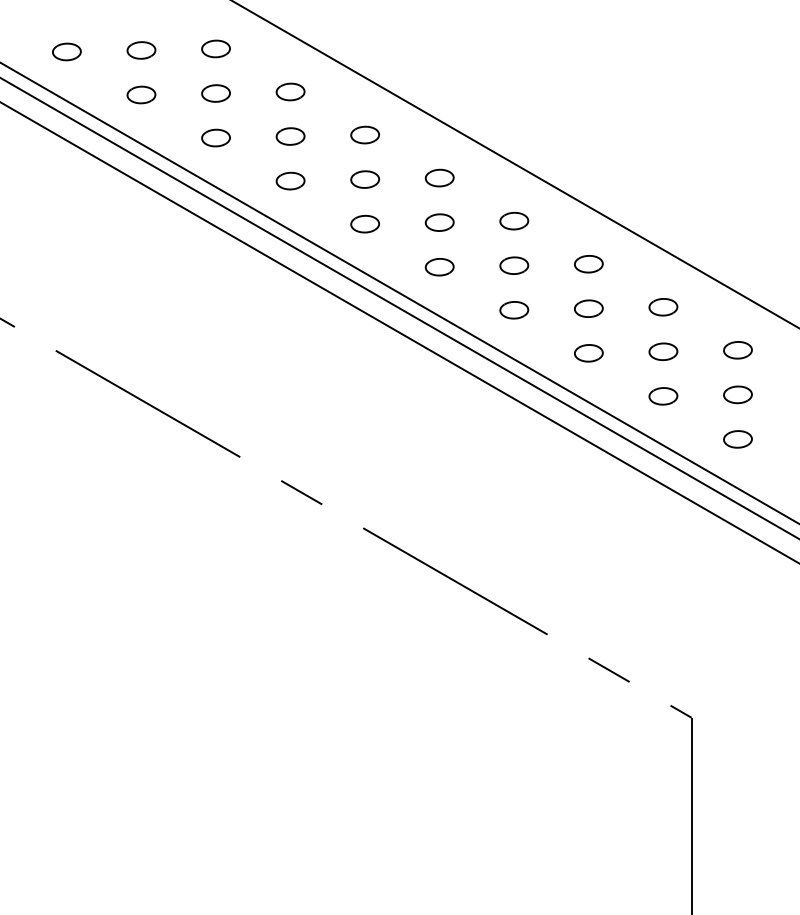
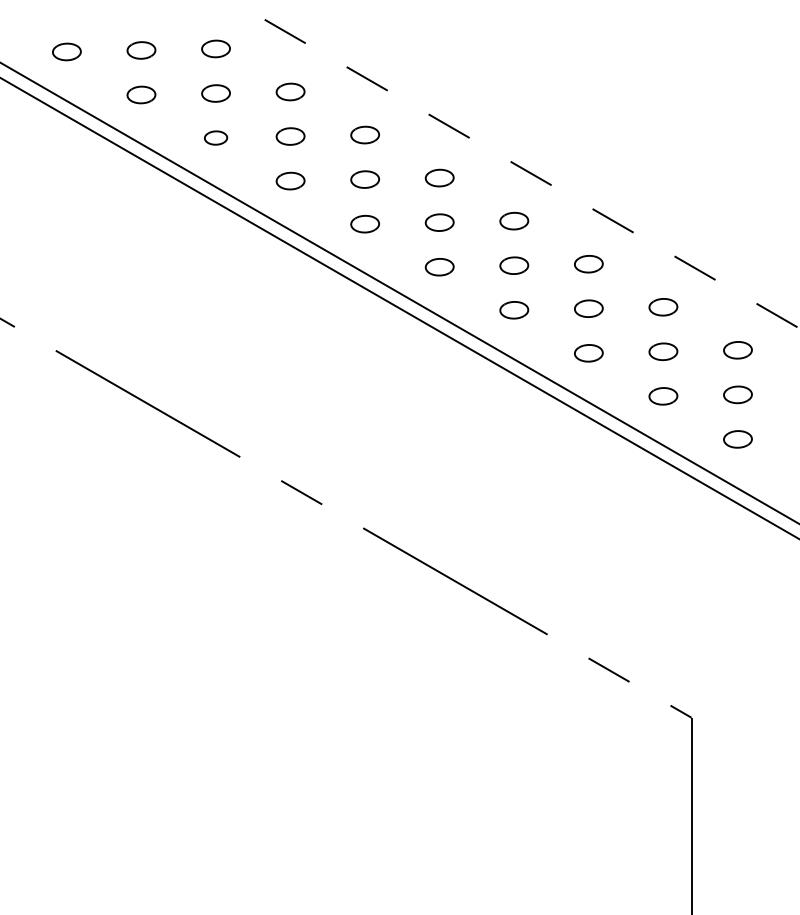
part at (215, 137) size: 30x20 px -> 25x16 px
line at (515, 164): solid -> dashed
line at (399, 332): present -> none
